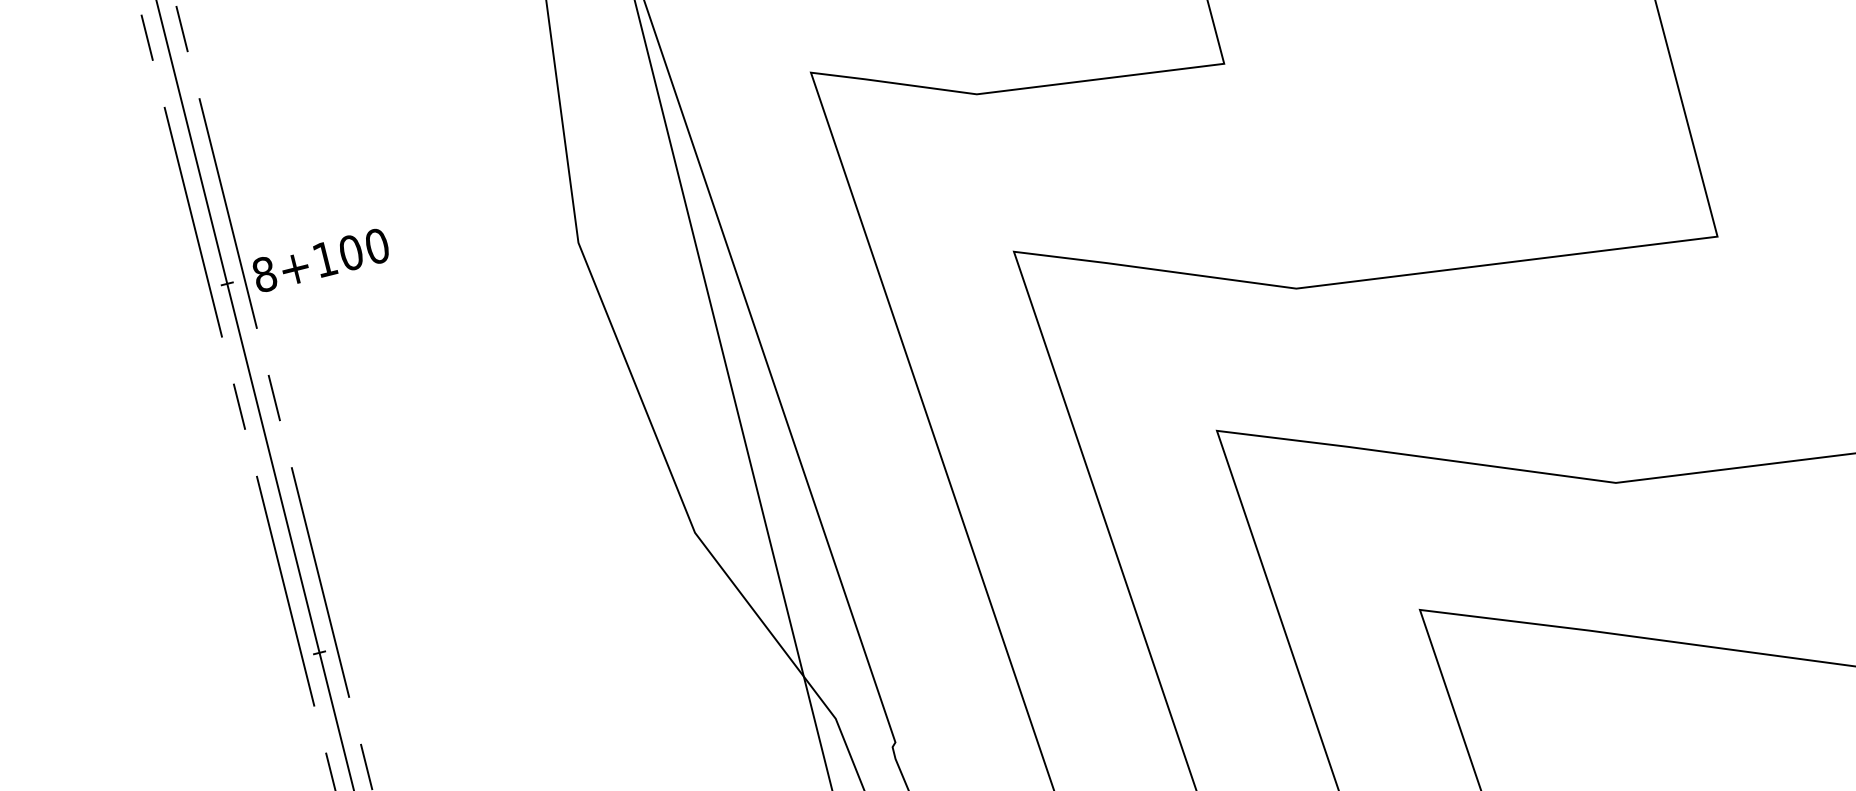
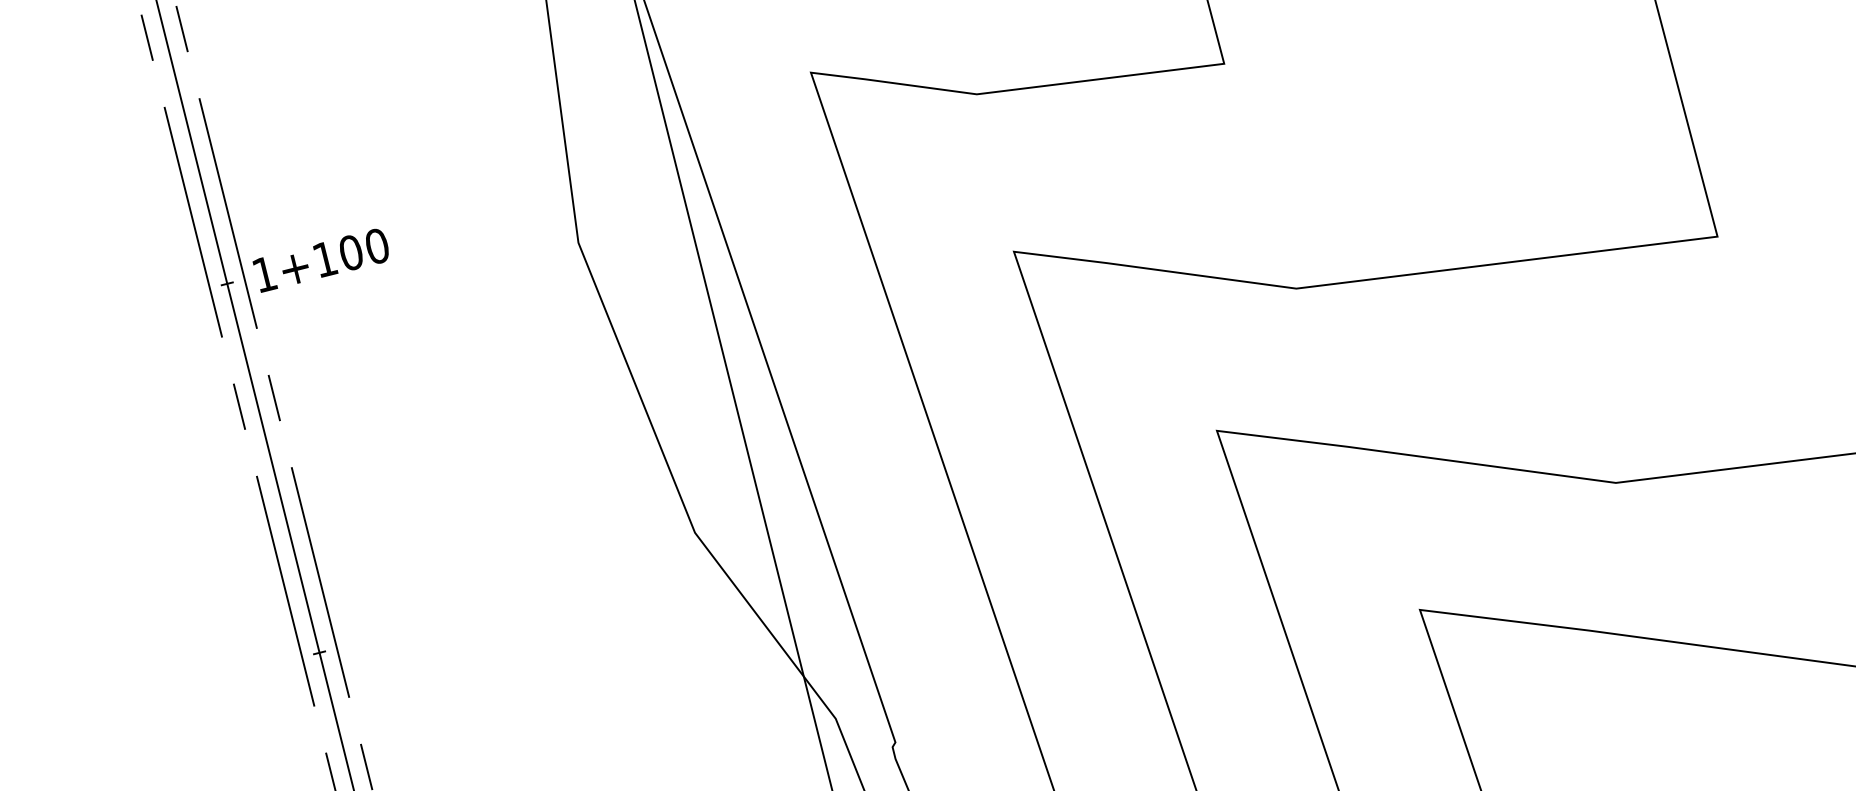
text at (265, 274): 8+100 -> 1+100
